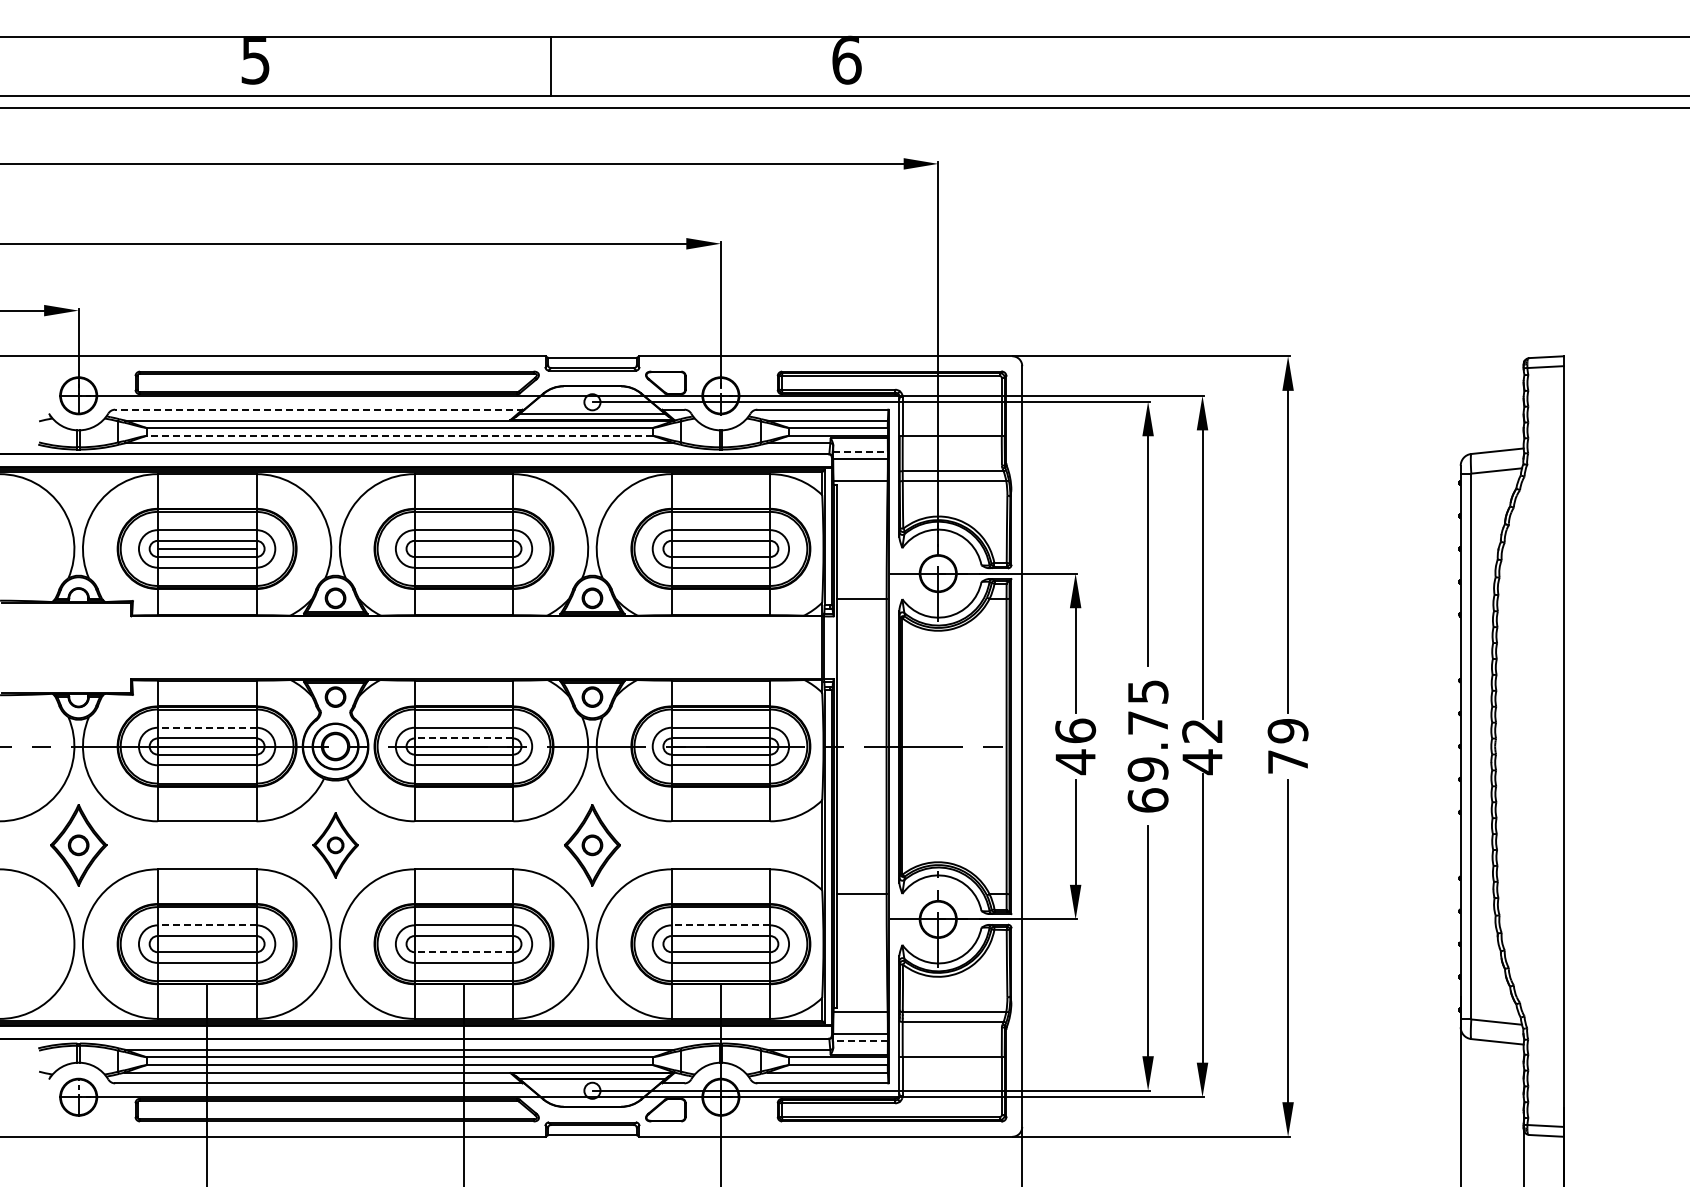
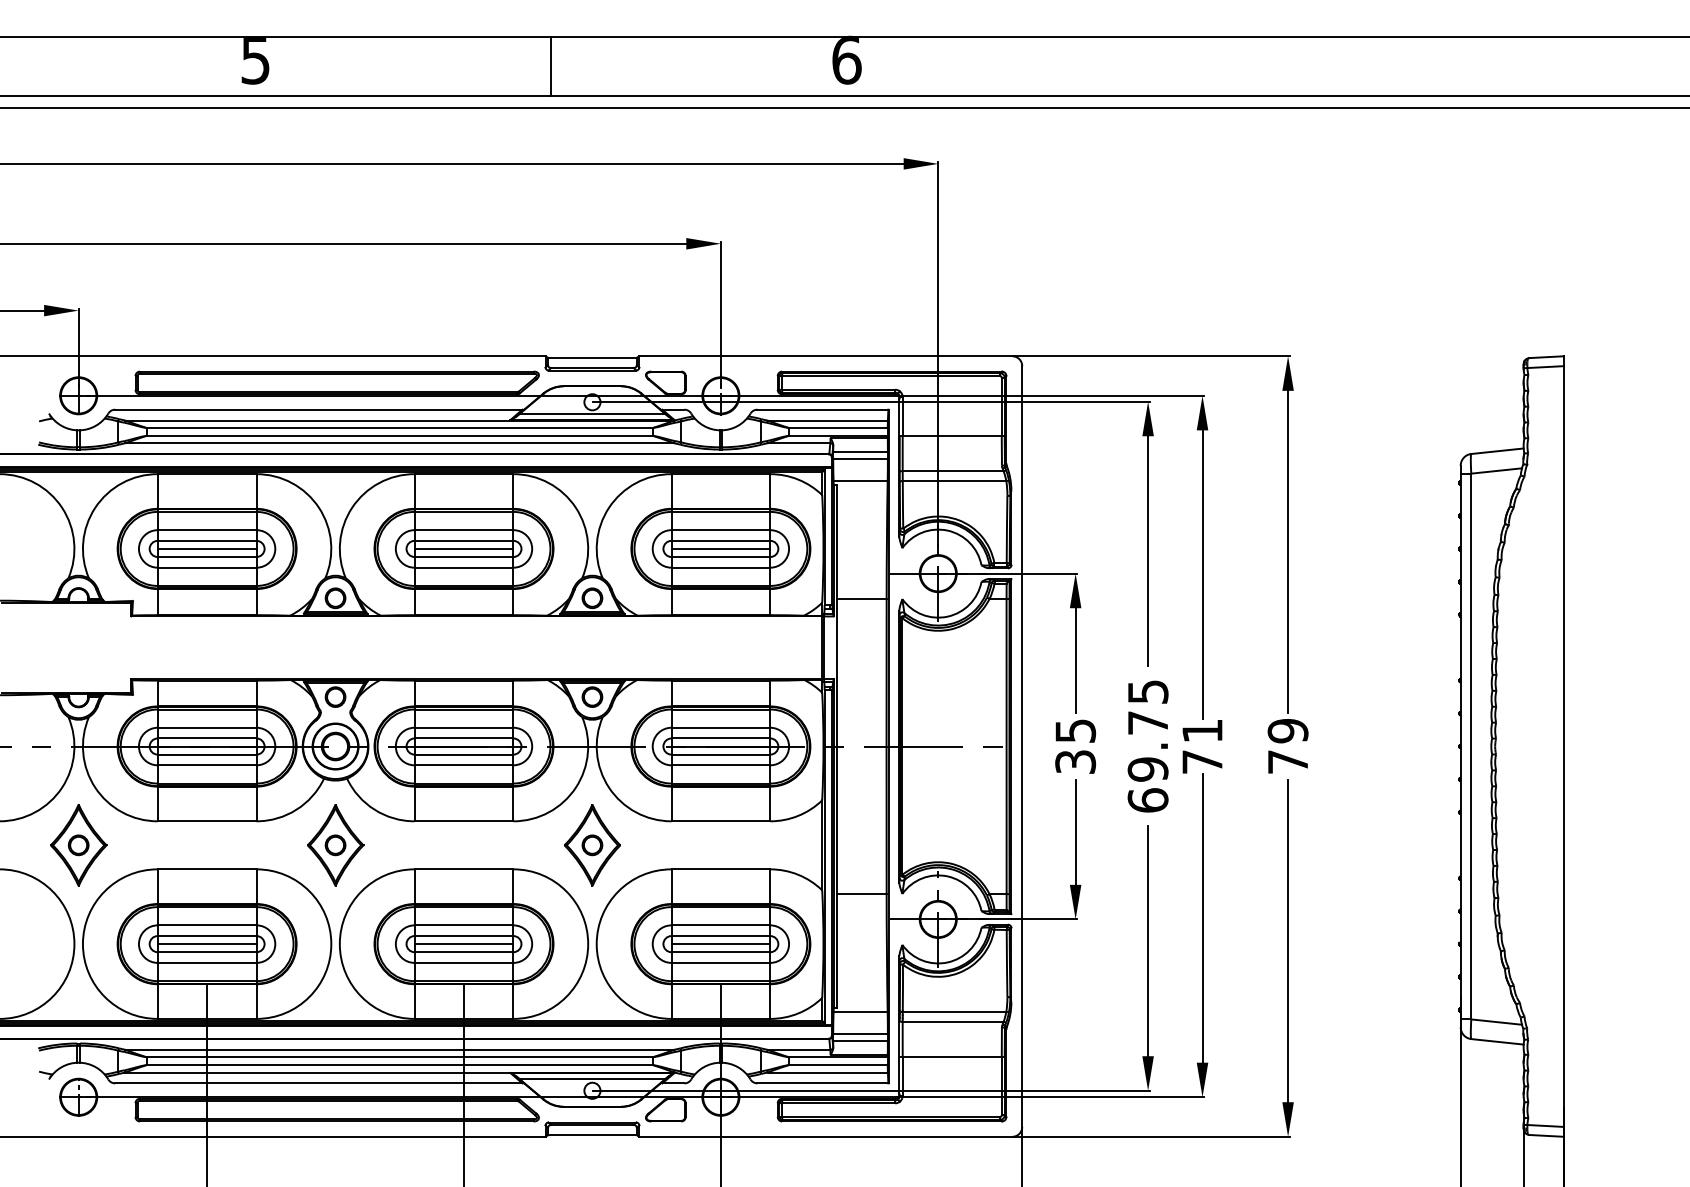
line at (319, 409): dashed -> solid
line at (399, 435): dashed -> solid
line at (861, 451): dashed -> solid
line at (463, 548): none -> present
line at (720, 548): none -> present
line at (206, 727): dashed -> solid
line at (463, 738): dashed -> solid
text at (1075, 746): 46 -> 35
text at (1202, 747): 42 -> 71
part at (335, 845) size: 47x67 px -> 58x83 px
line at (206, 925): dashed -> solid
line at (720, 925): dashed -> solid
line at (206, 944): none -> present
line at (463, 944): none -> present
line at (720, 944): none -> present
line at (463, 952): dashed -> solid
line at (860, 1041): dashed -> solid
